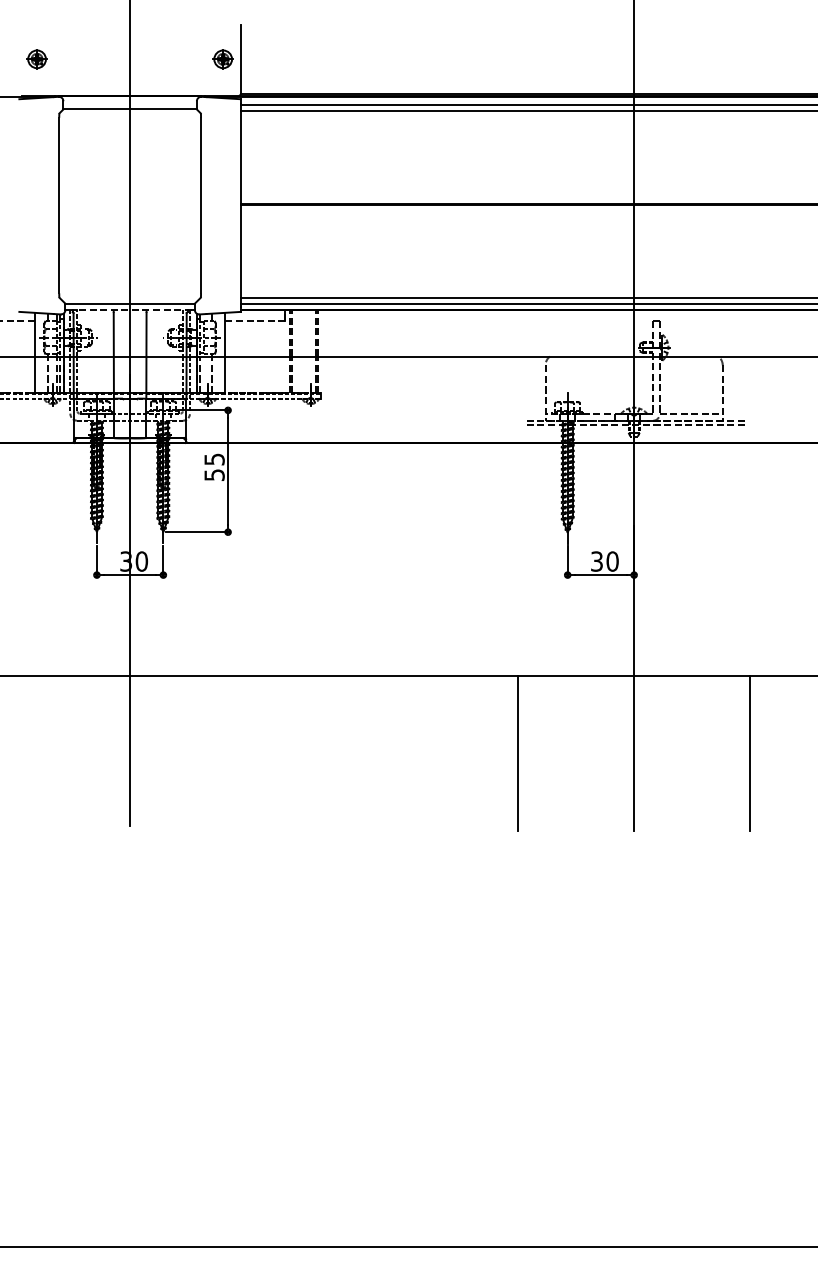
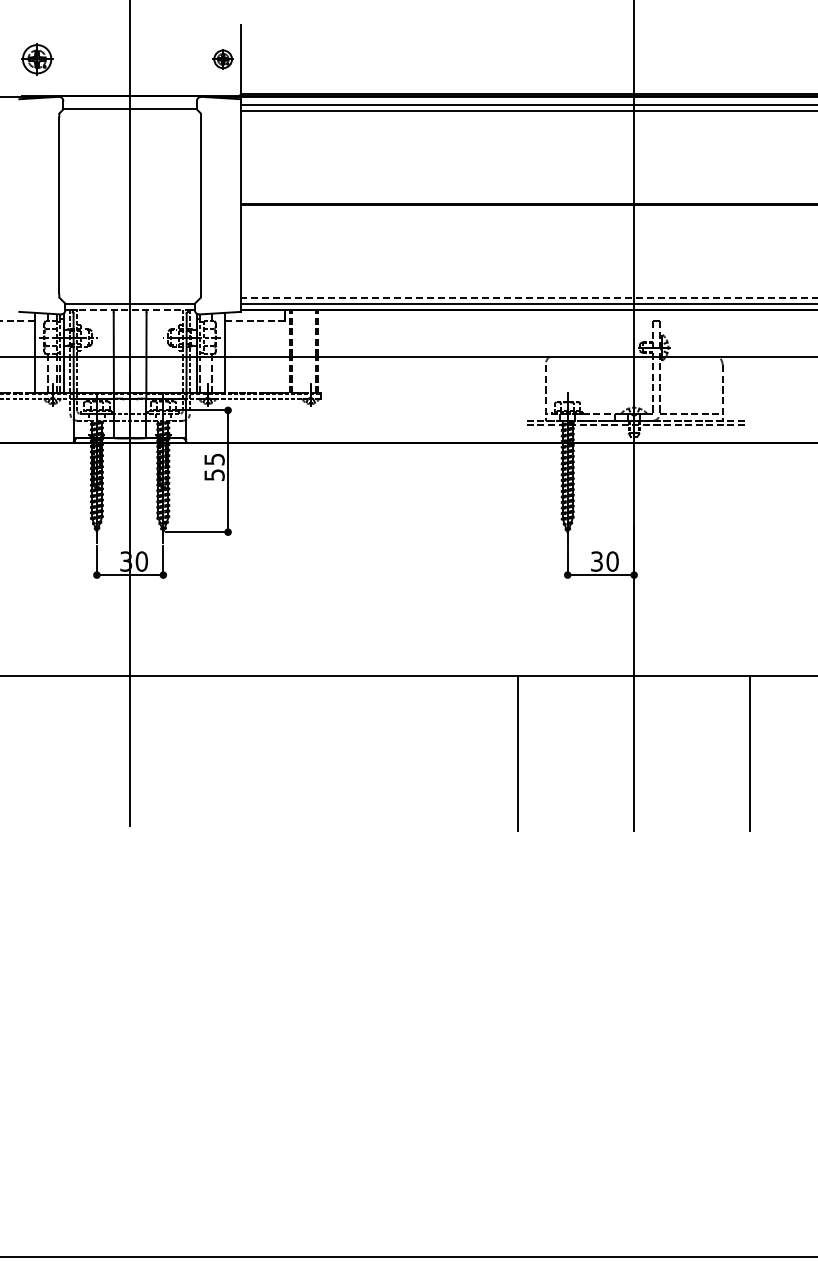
part at (36, 59) size: 22x21 px -> 33x33 px
line at (528, 298): solid -> dashed
line at (408, 1247) position: (408, 1247) -> (408, 1257)
